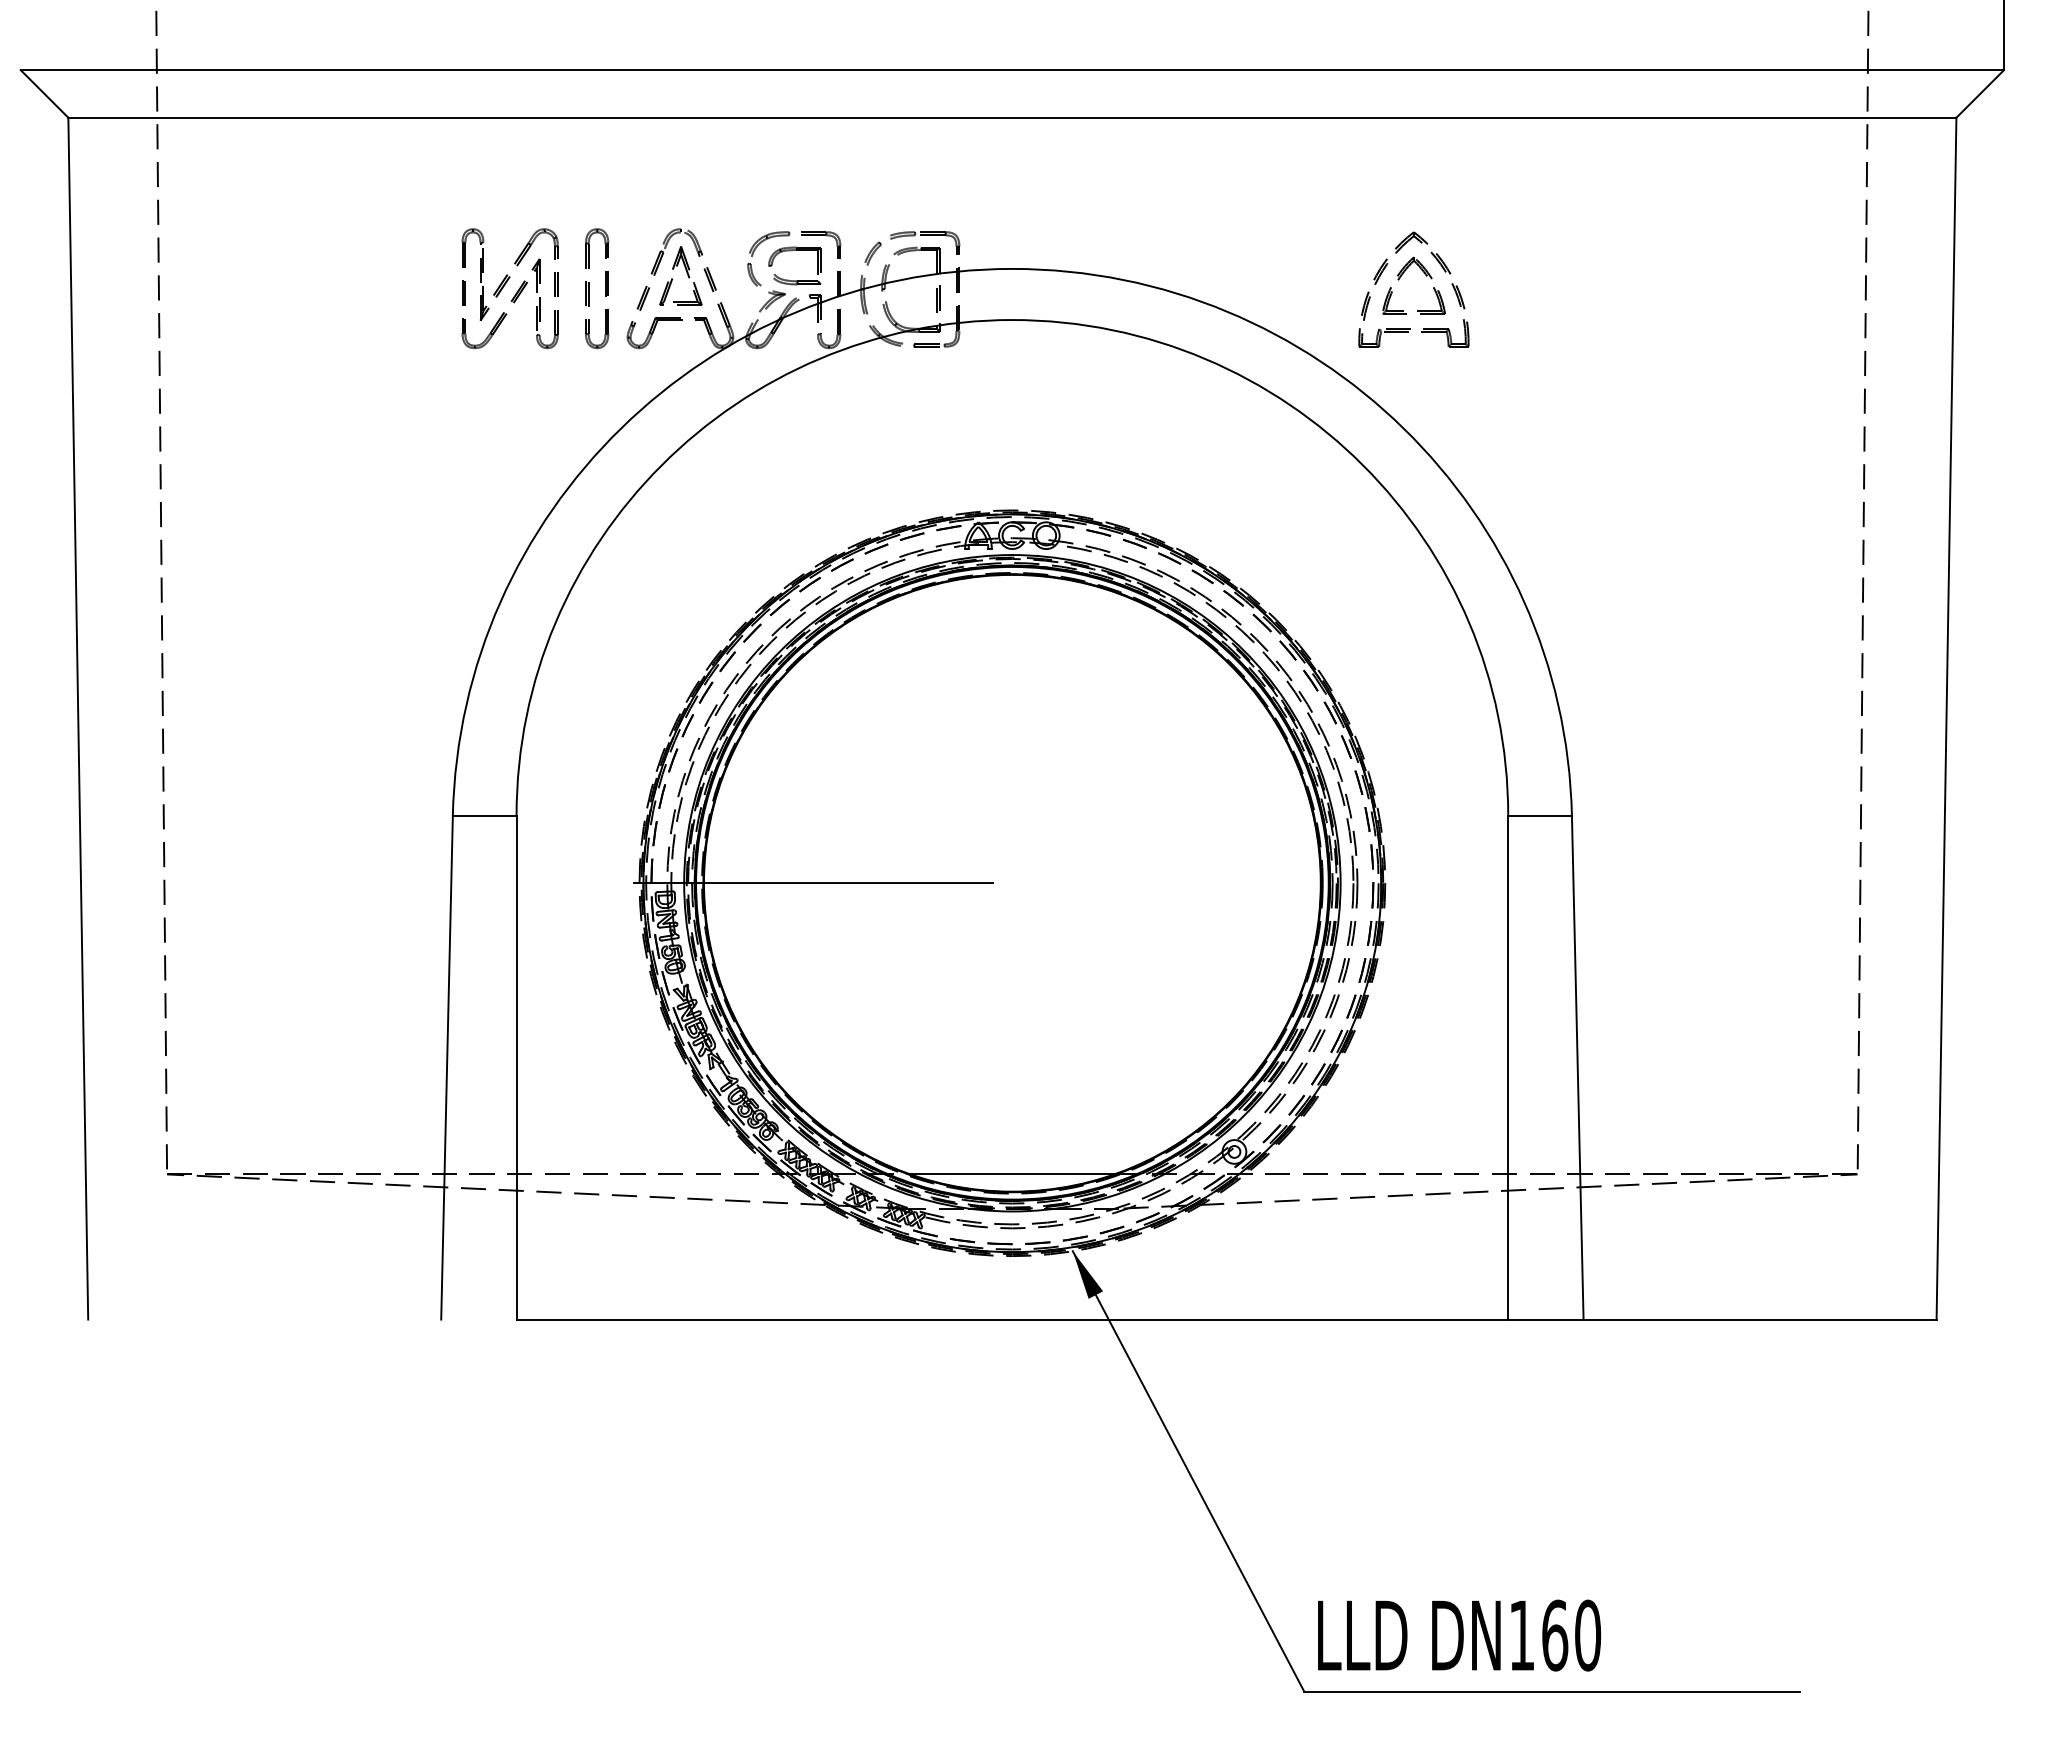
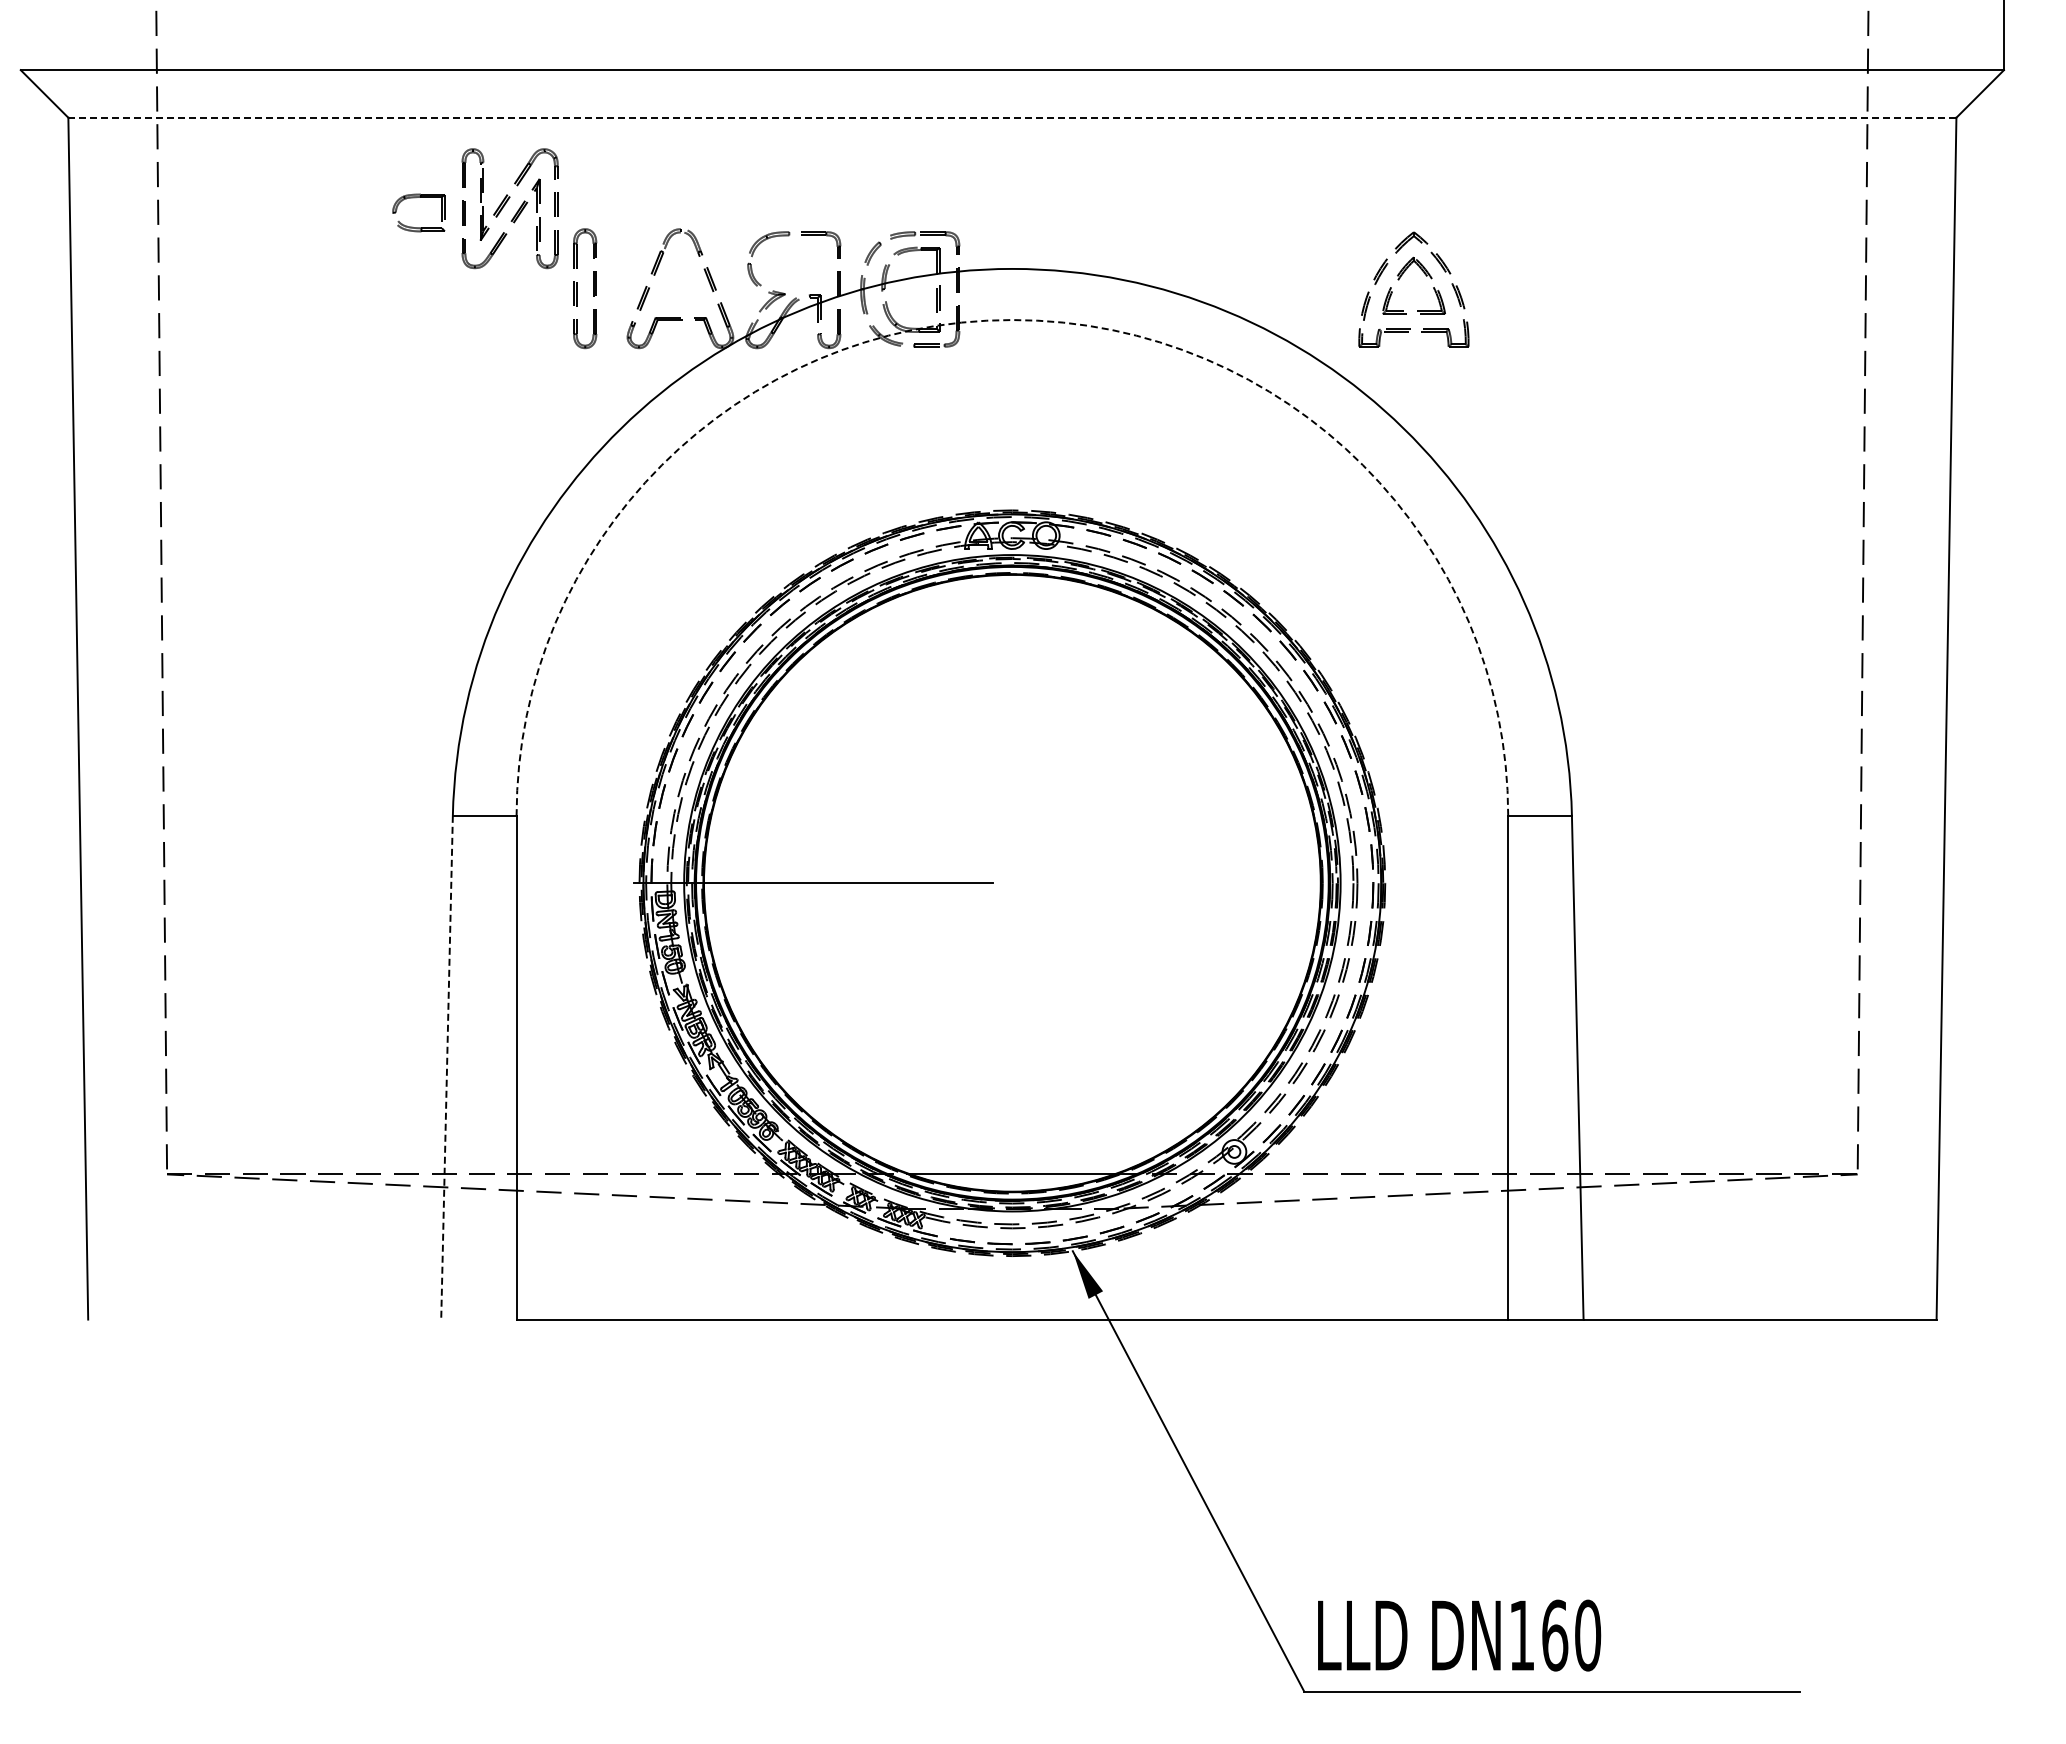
line at (1012, 117): solid -> dashed
part at (792, 251) position: (792, 251) -> (416, 198)
part at (686, 273): present -> none
part at (509, 288) position: (509, 288) -> (509, 208)
part at (589, 288) position: (589, 288) -> (577, 288)
arc at (1012, 320): solid -> dashed
line at (447, 1067): solid -> dashed
